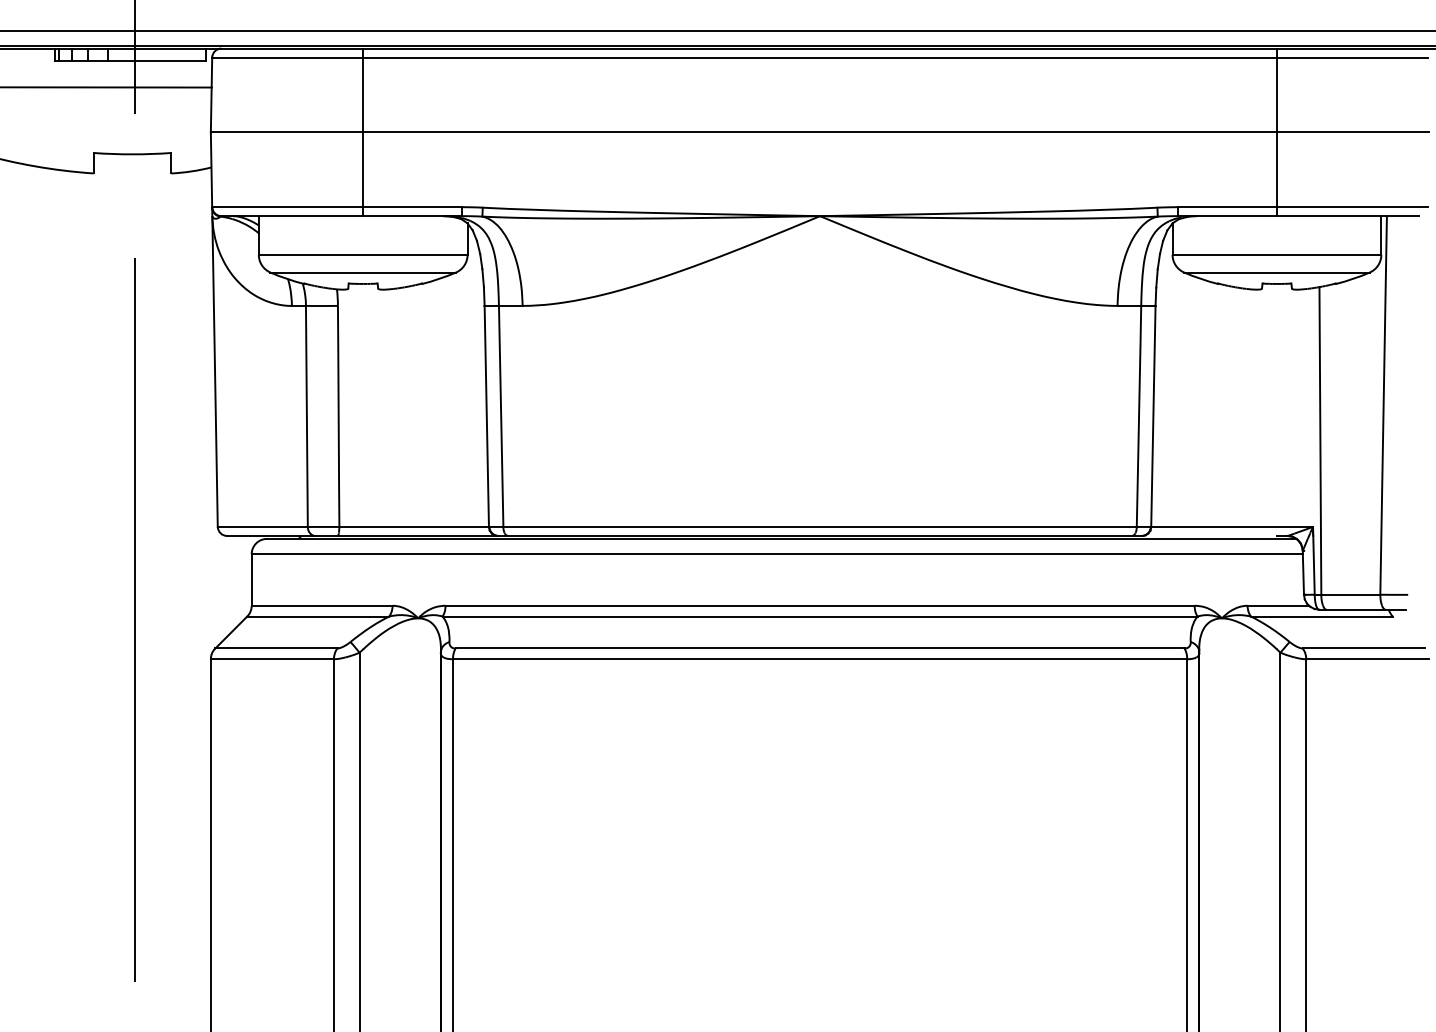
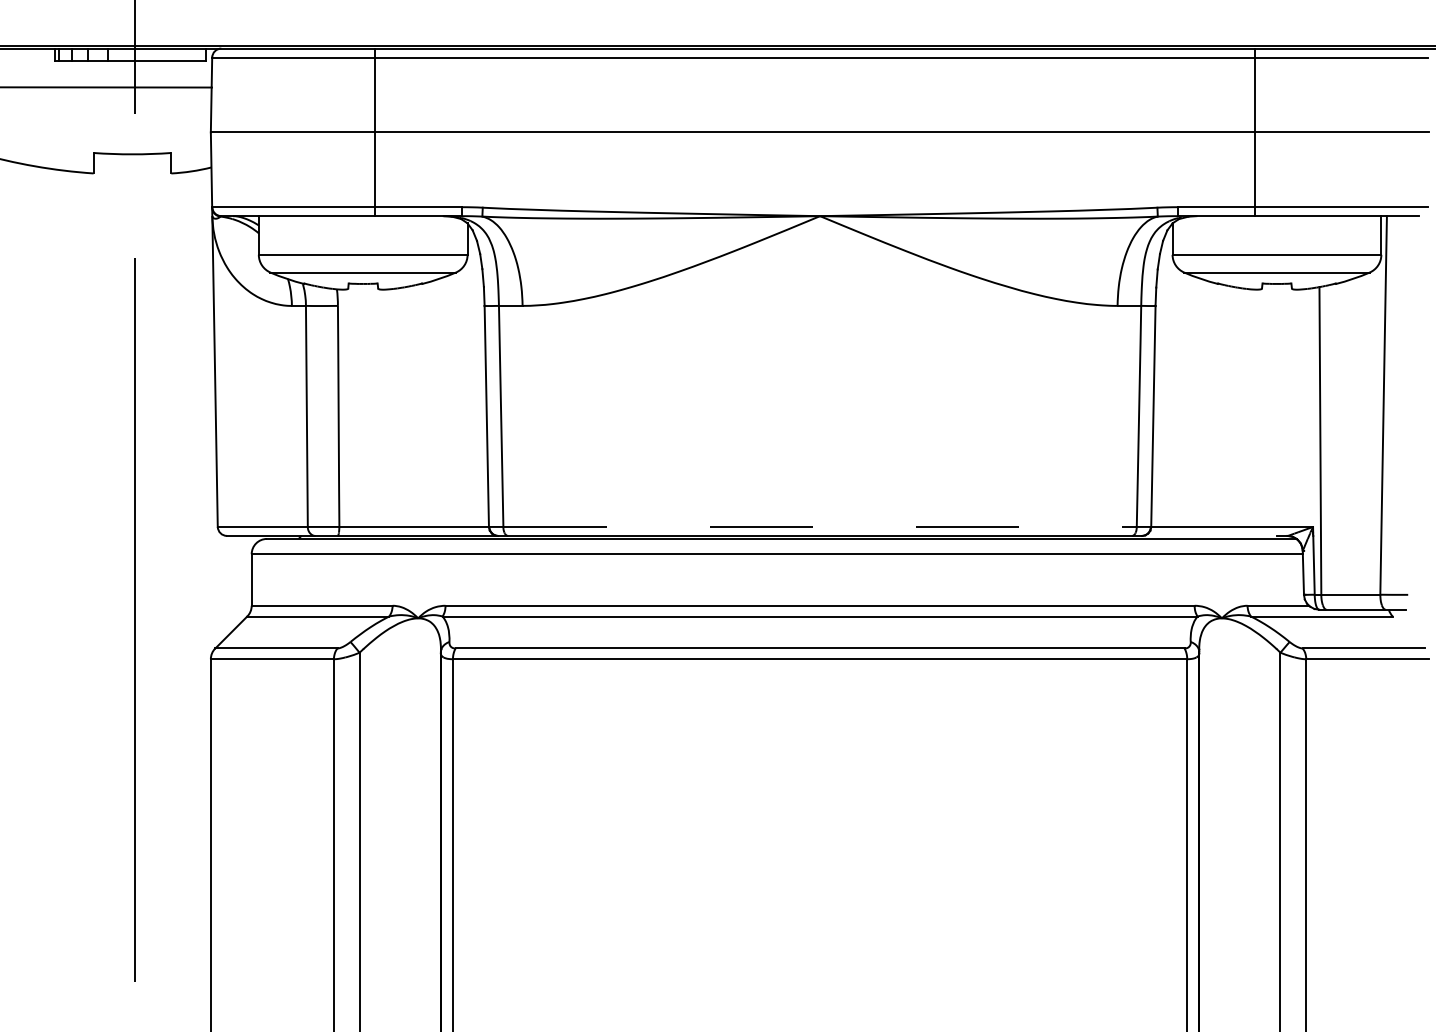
line at (717, 31): present -> none
line at (363, 132) position: (363, 132) -> (375, 132)
line at (1276, 132) position: (1276, 132) -> (1254, 132)
line at (820, 526): solid -> dashed
